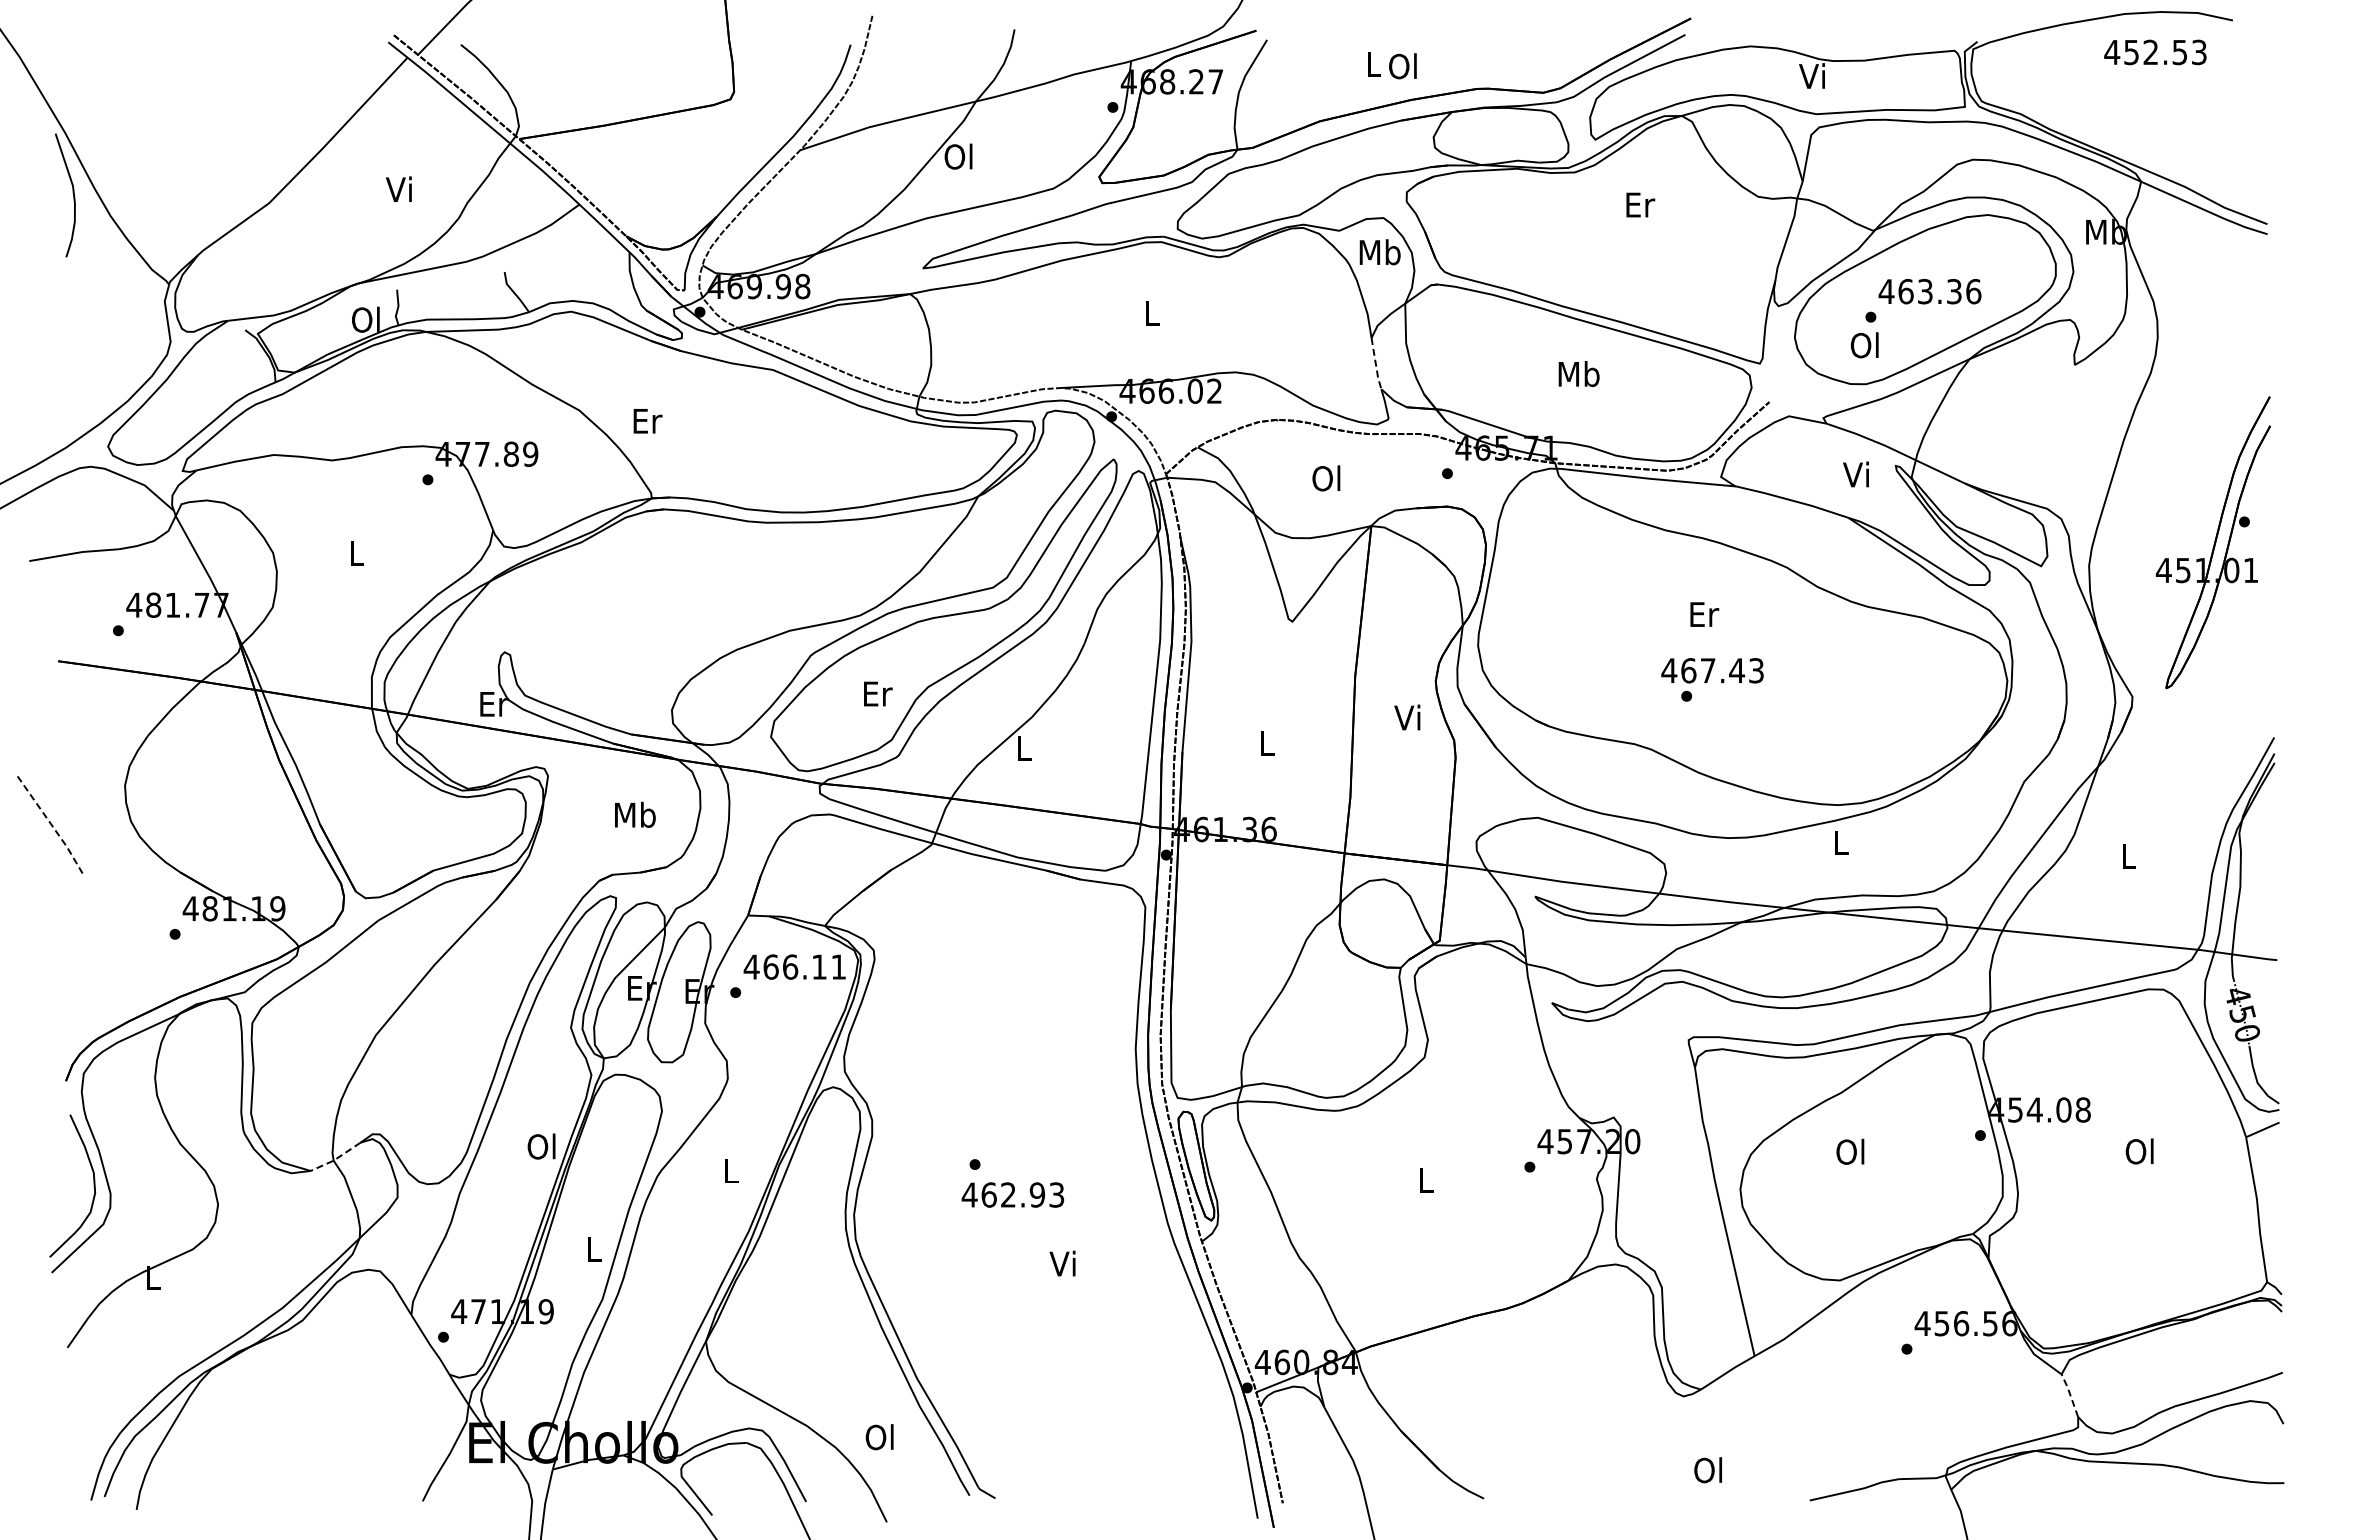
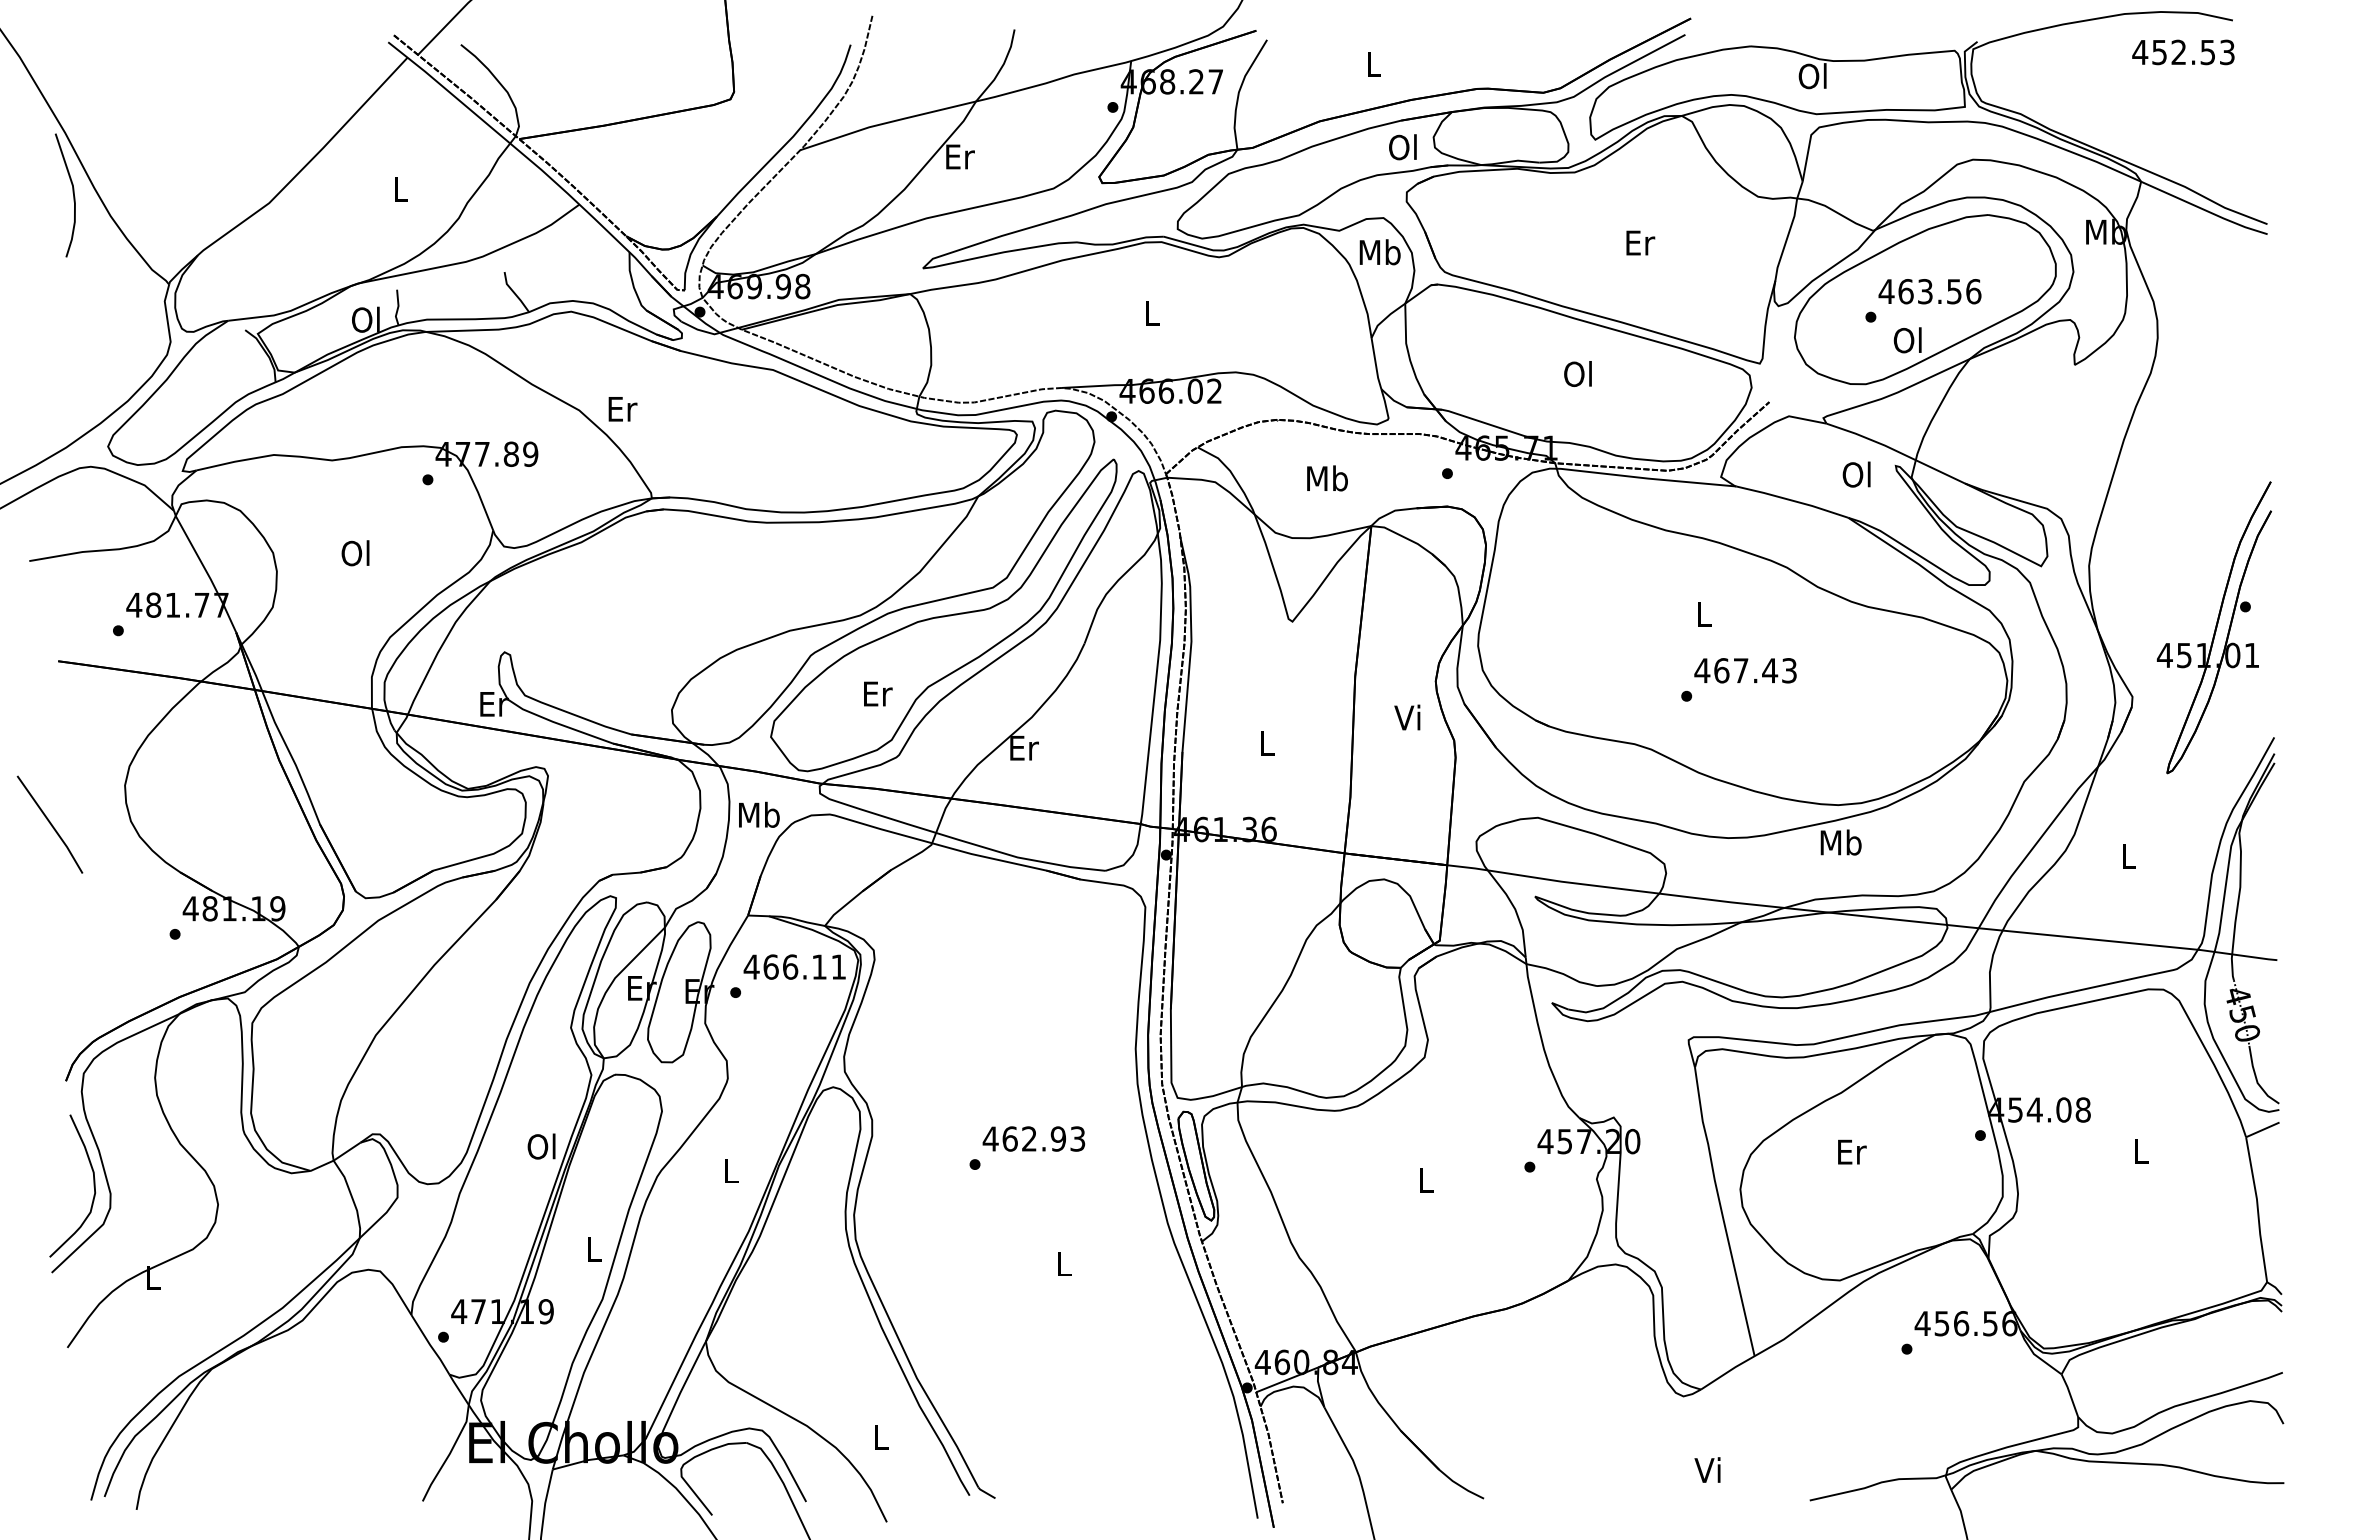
text at (2155, 52) position: (2155, 52) -> (2183, 52)
text at (1402, 66) position: (1402, 66) -> (1402, 147)
text at (1812, 76): Vi -> Ol
text at (959, 156): Ol -> Er
text at (398, 188): Vi -> L
text at (1640, 204) position: (1640, 204) -> (1640, 242)
text at (1954, 291): 463.36 -> 463.56
text at (1864, 345) position: (1864, 345) -> (1907, 340)
line at (1375, 364): dashed -> solid
text at (1578, 374): Mb -> Ol
text at (647, 421) position: (647, 421) -> (622, 409)
text at (1856, 474): Vi -> Ol
text at (1327, 478): Ol -> Mb
part at (2213, 542) position: (2213, 542) -> (2214, 627)
text at (355, 553): L -> Ol
text at (1704, 614): Er -> L
text at (1712, 670) position: (1712, 670) -> (1745, 670)
text at (1024, 747): L -> Er
text at (635, 814) position: (635, 814) -> (759, 814)
line at (51, 824): dashed -> solid
text at (1840, 842): L -> Mb
text at (1851, 1151): Ol -> Er
text at (2139, 1151): Ol -> L
line at (336, 1159): dashed -> solid
text at (1012, 1194) position: (1012, 1194) -> (1033, 1138)
text at (1062, 1263): Vi -> L
line at (2070, 1394): dashed -> solid
text at (879, 1437): Ol -> L
text at (1707, 1470): Ol -> Vi
